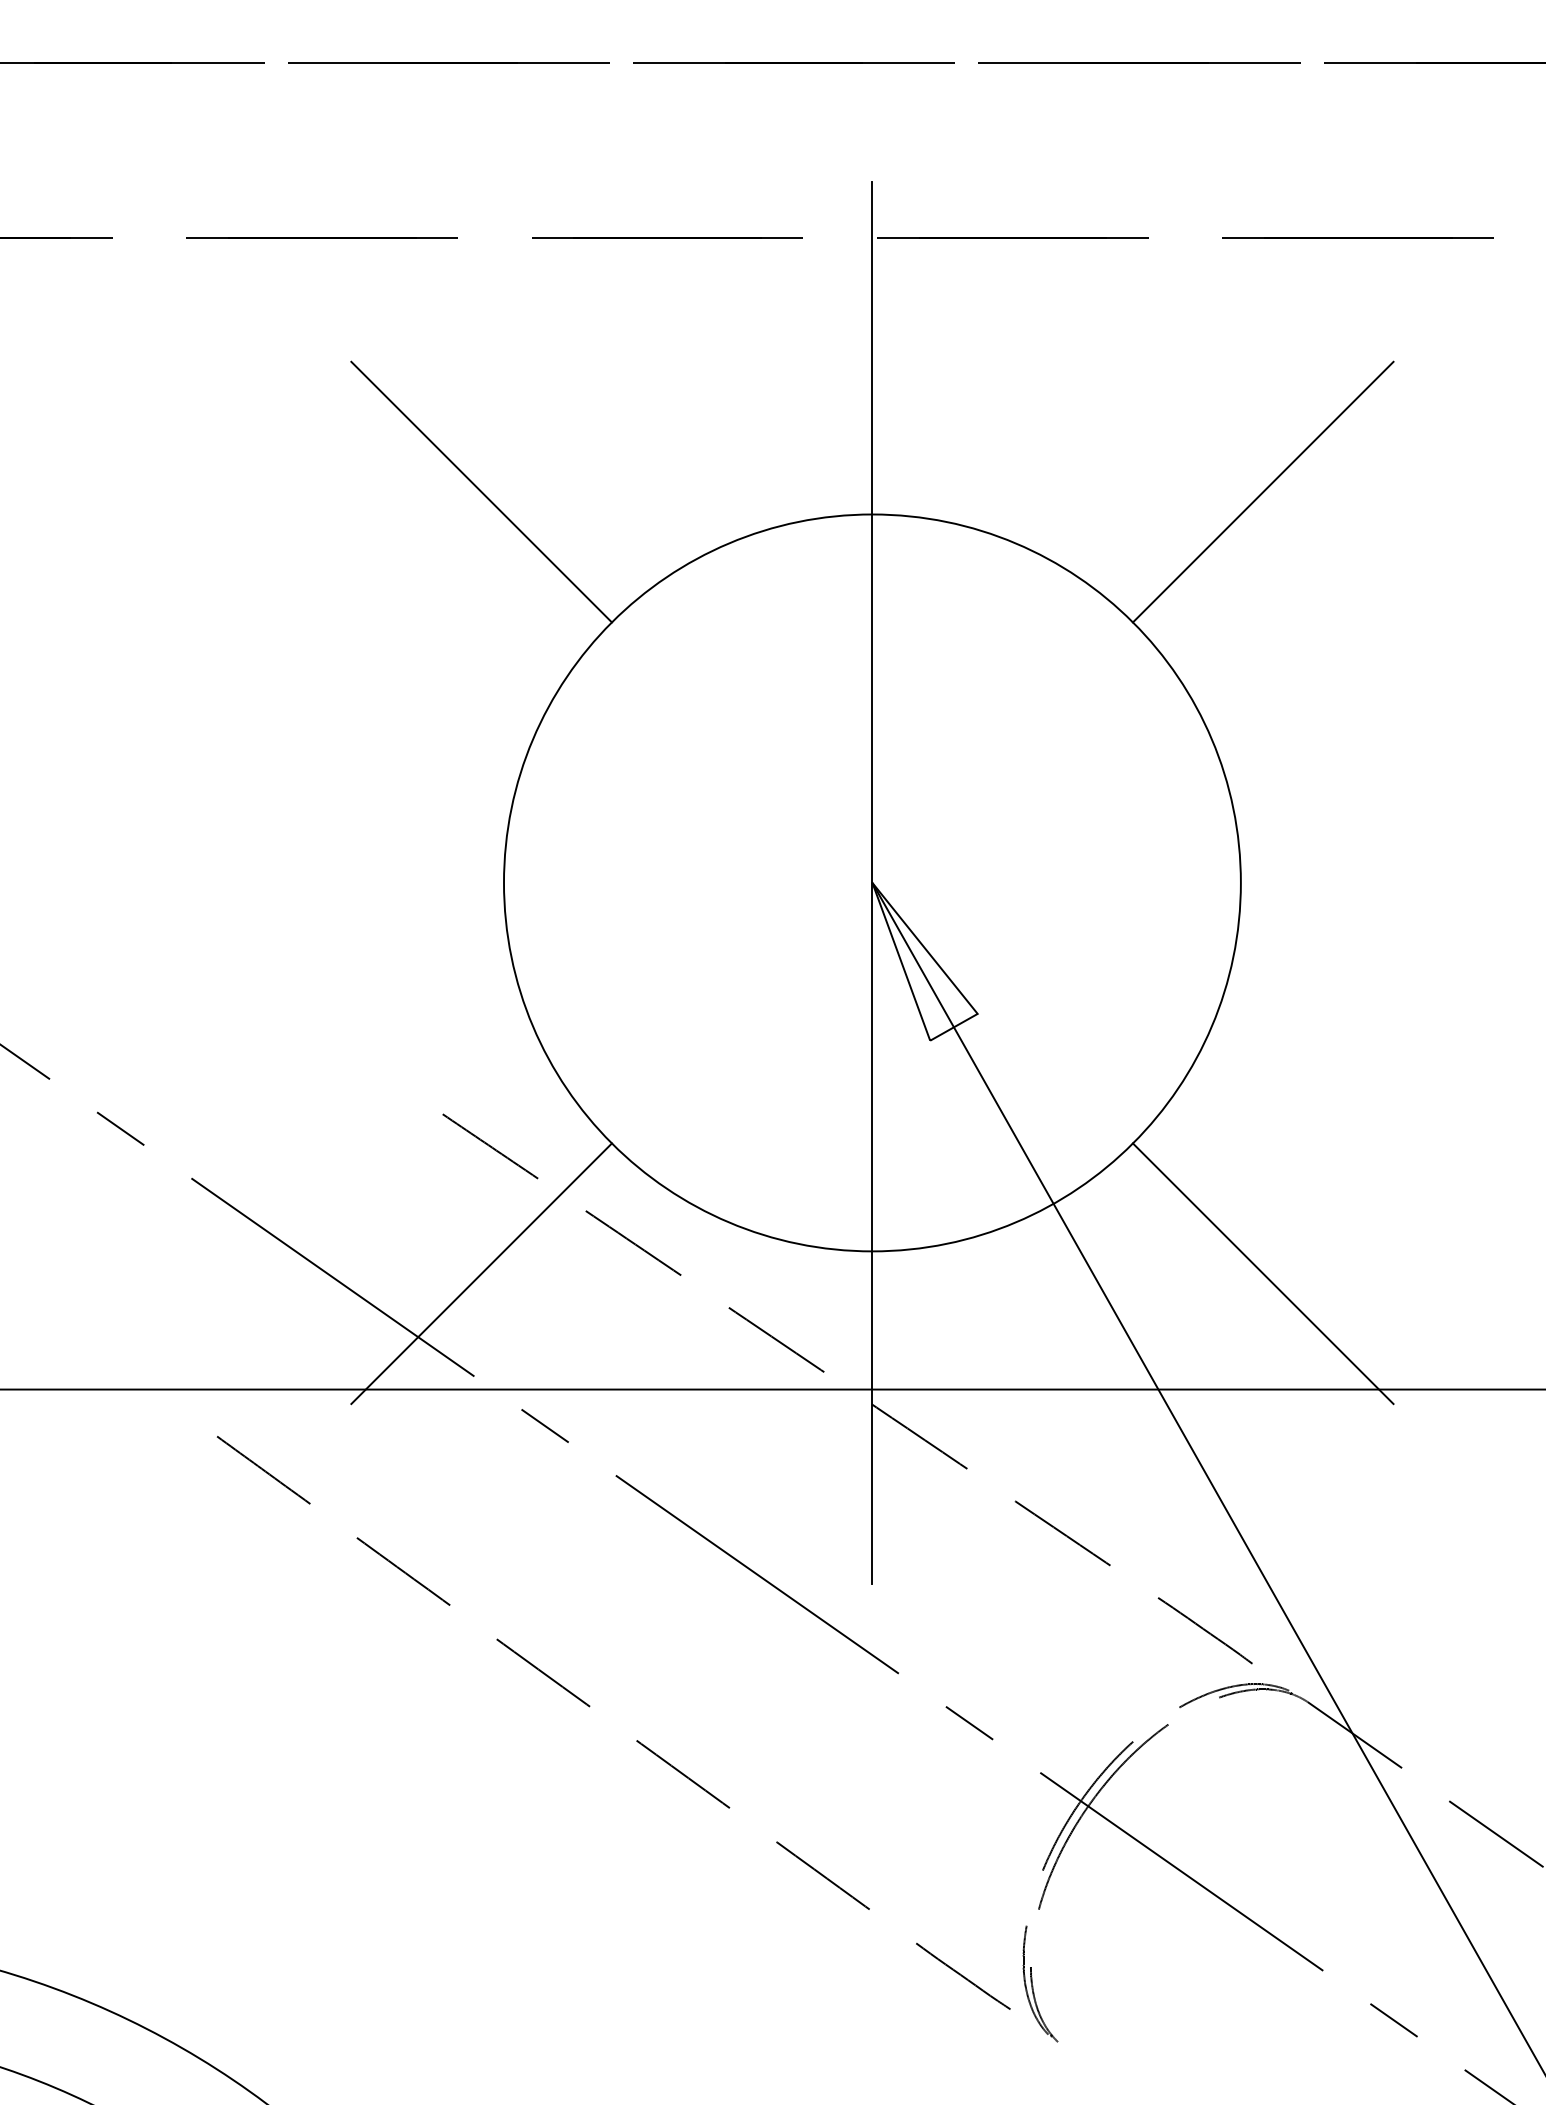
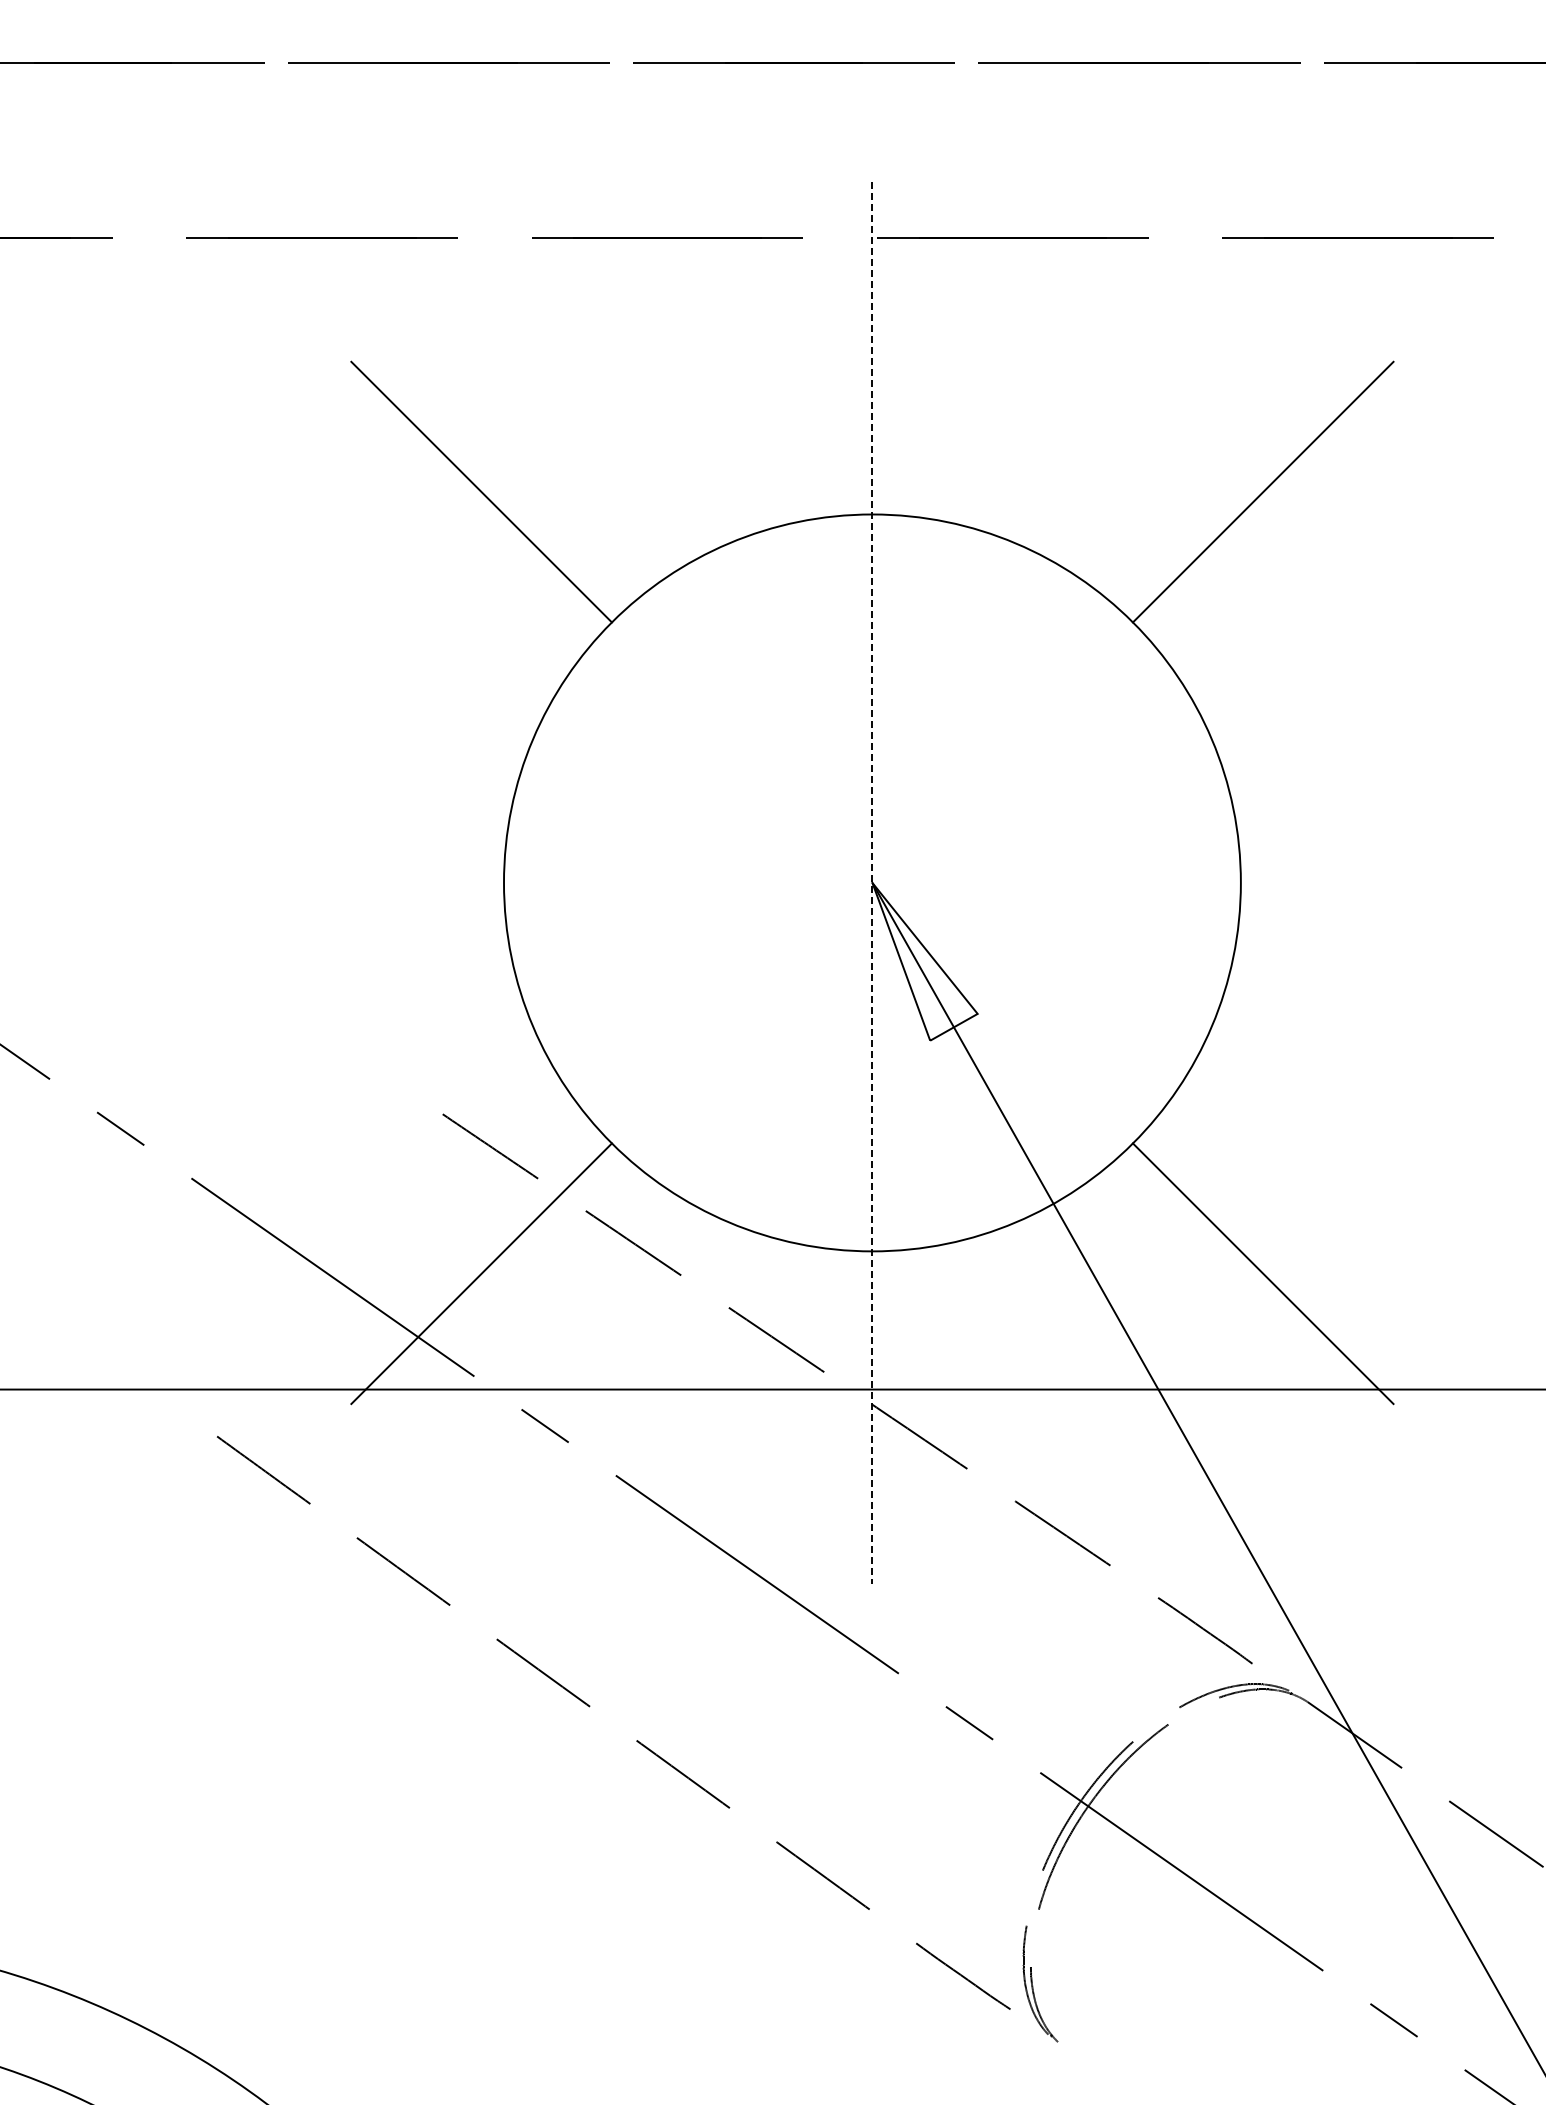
line at (872, 882): solid -> dashed
